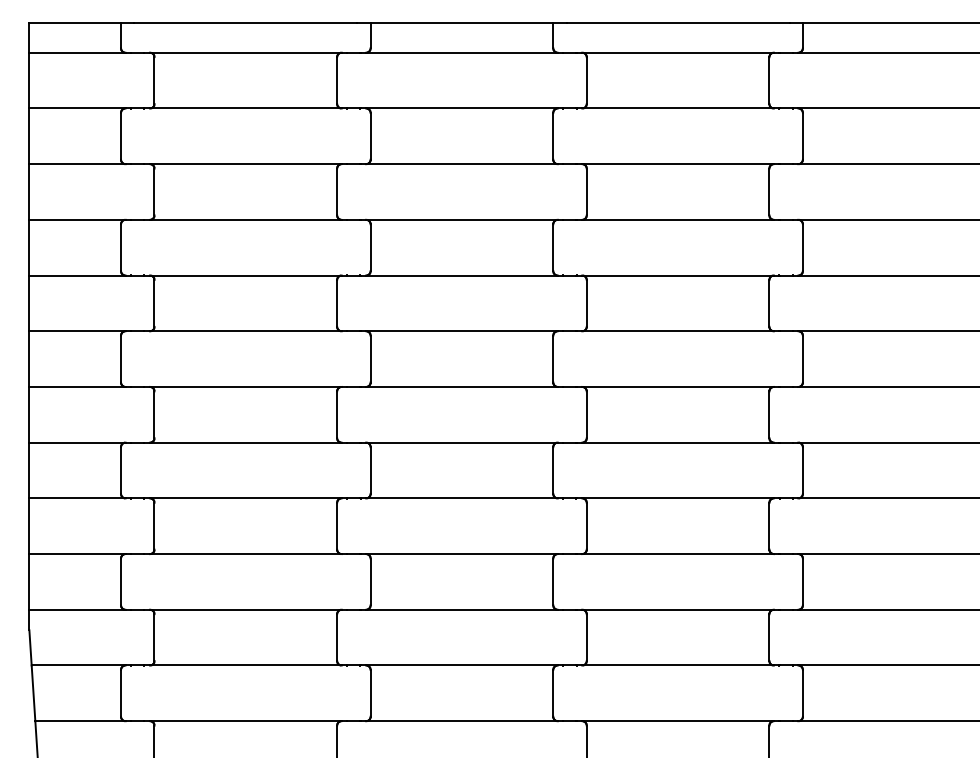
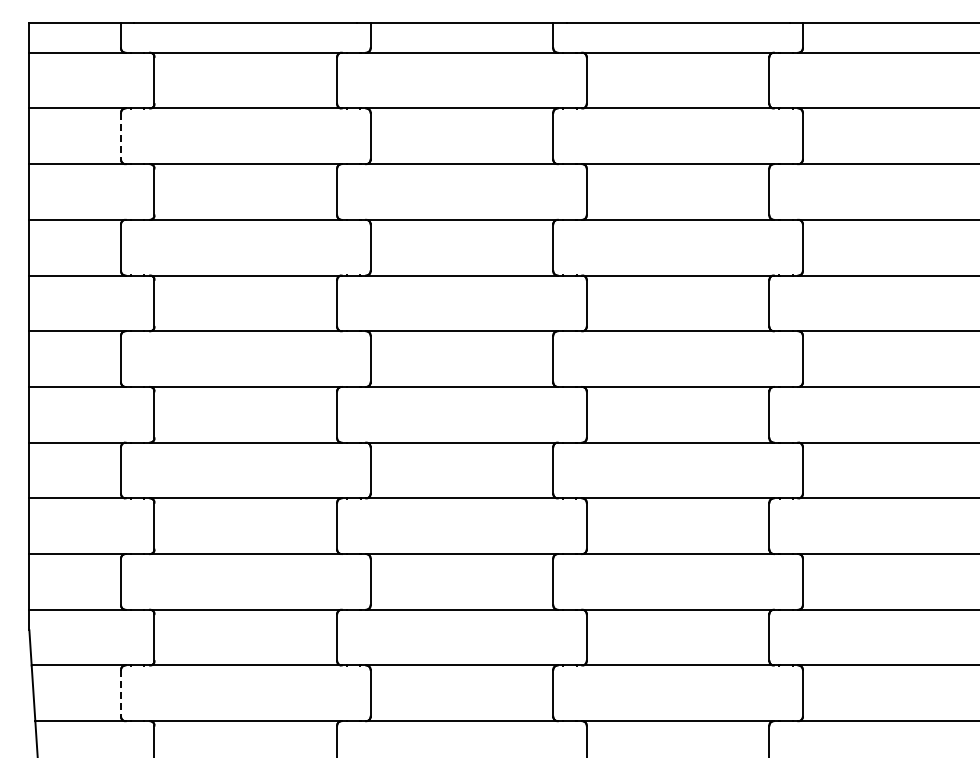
line at (121, 136): solid -> dashed
line at (121, 693): solid -> dashed
